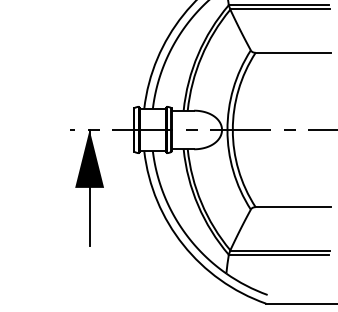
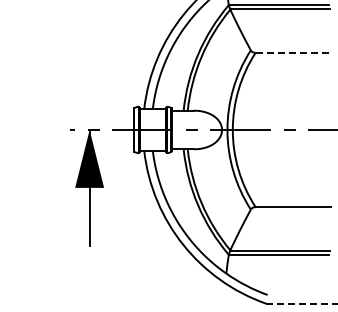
line at (293, 52): solid -> dashed
line at (302, 303): solid -> dashed
